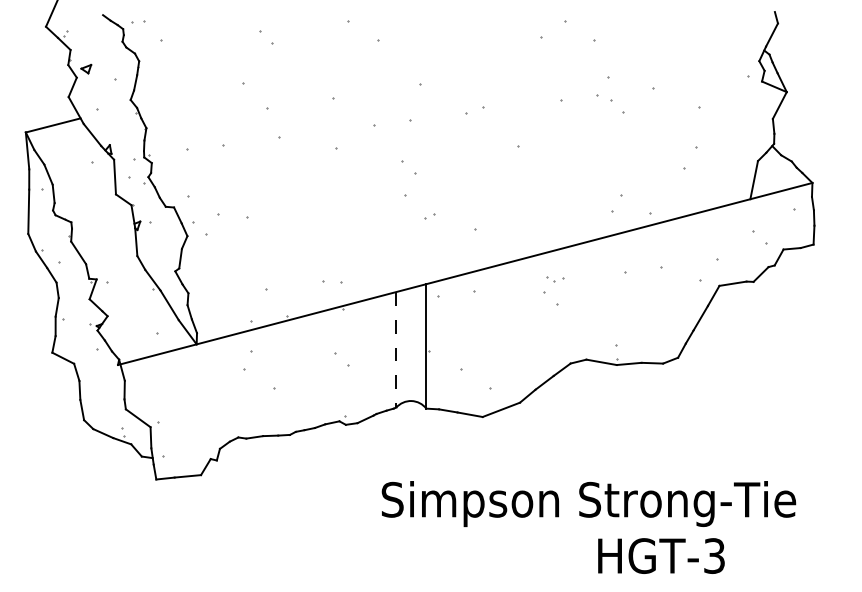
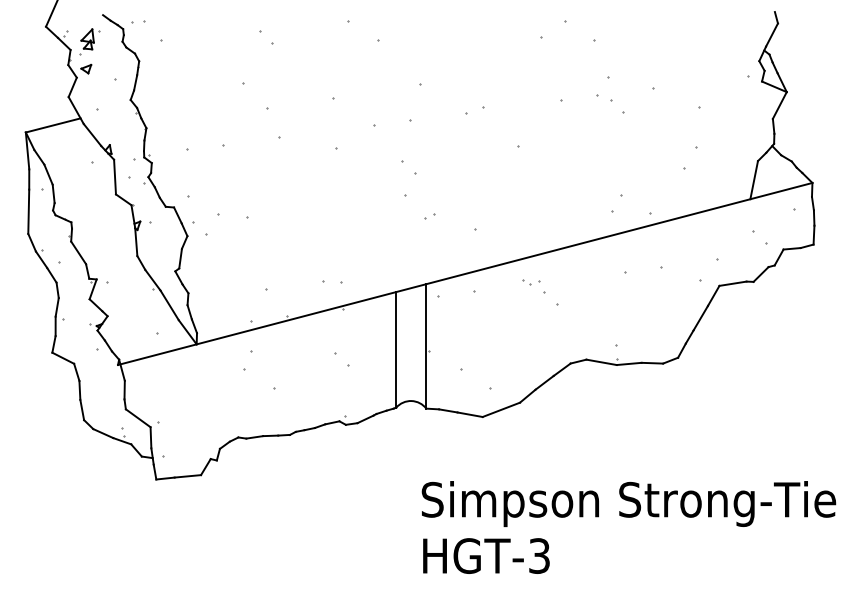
part at (89, 41): none -> present
part at (555, 279) position: (555, 279) -> (531, 282)
line at (396, 349): dashed -> solid
text at (588, 503) position: (588, 503) -> (628, 503)
text at (661, 555) position: (661, 555) -> (486, 555)
